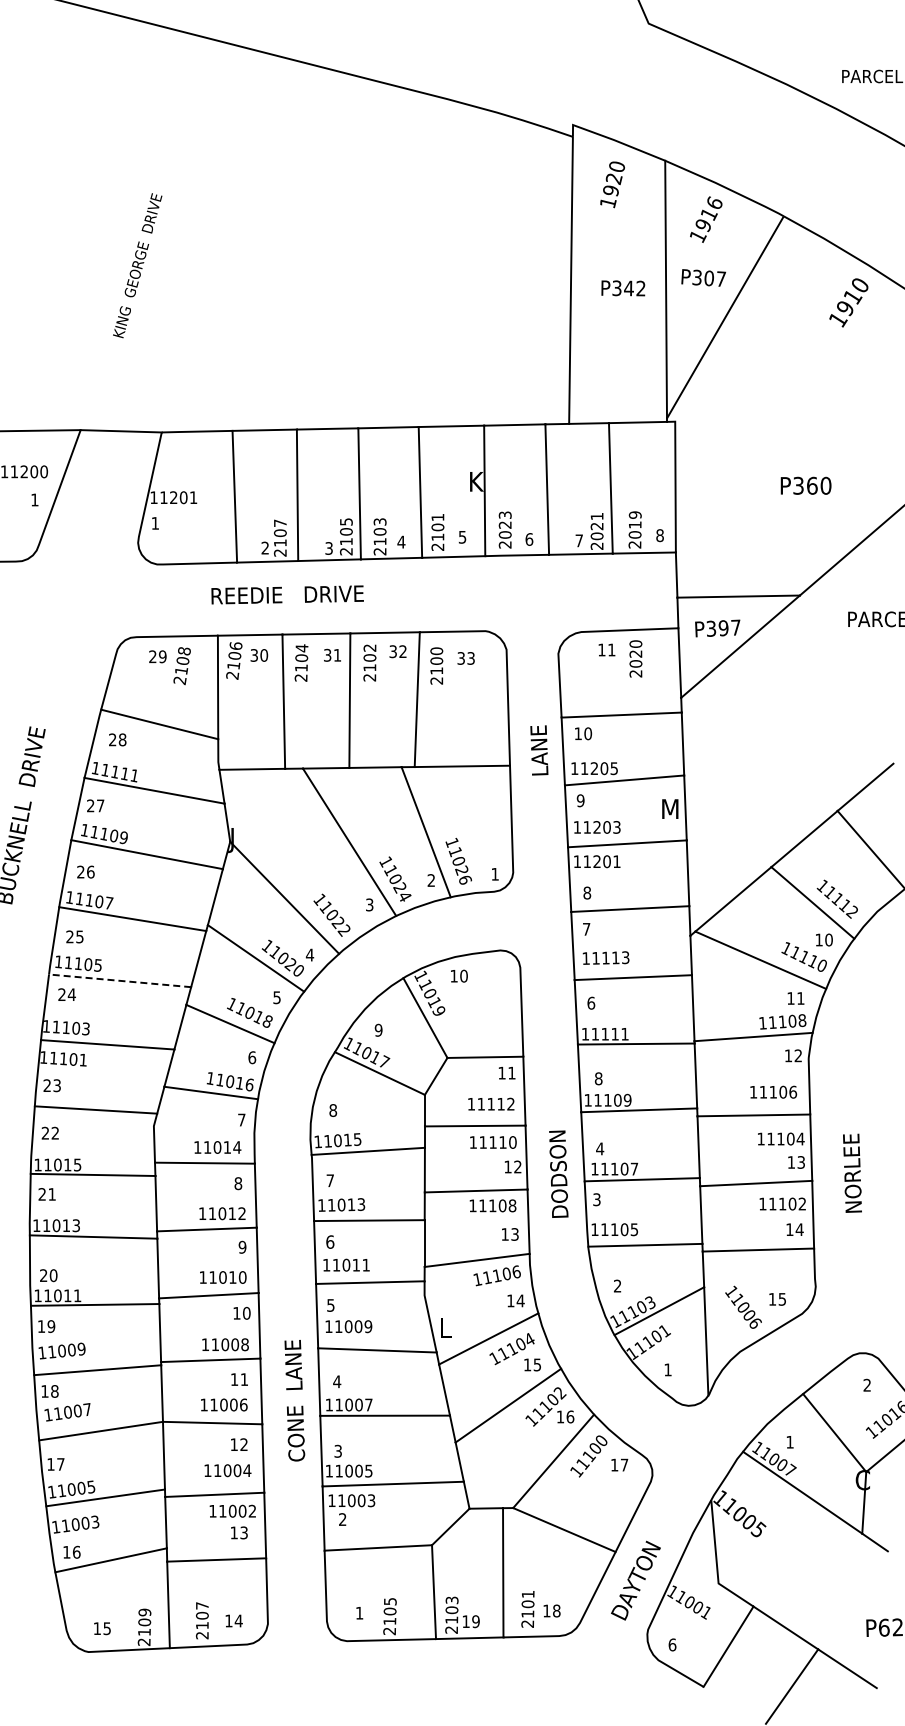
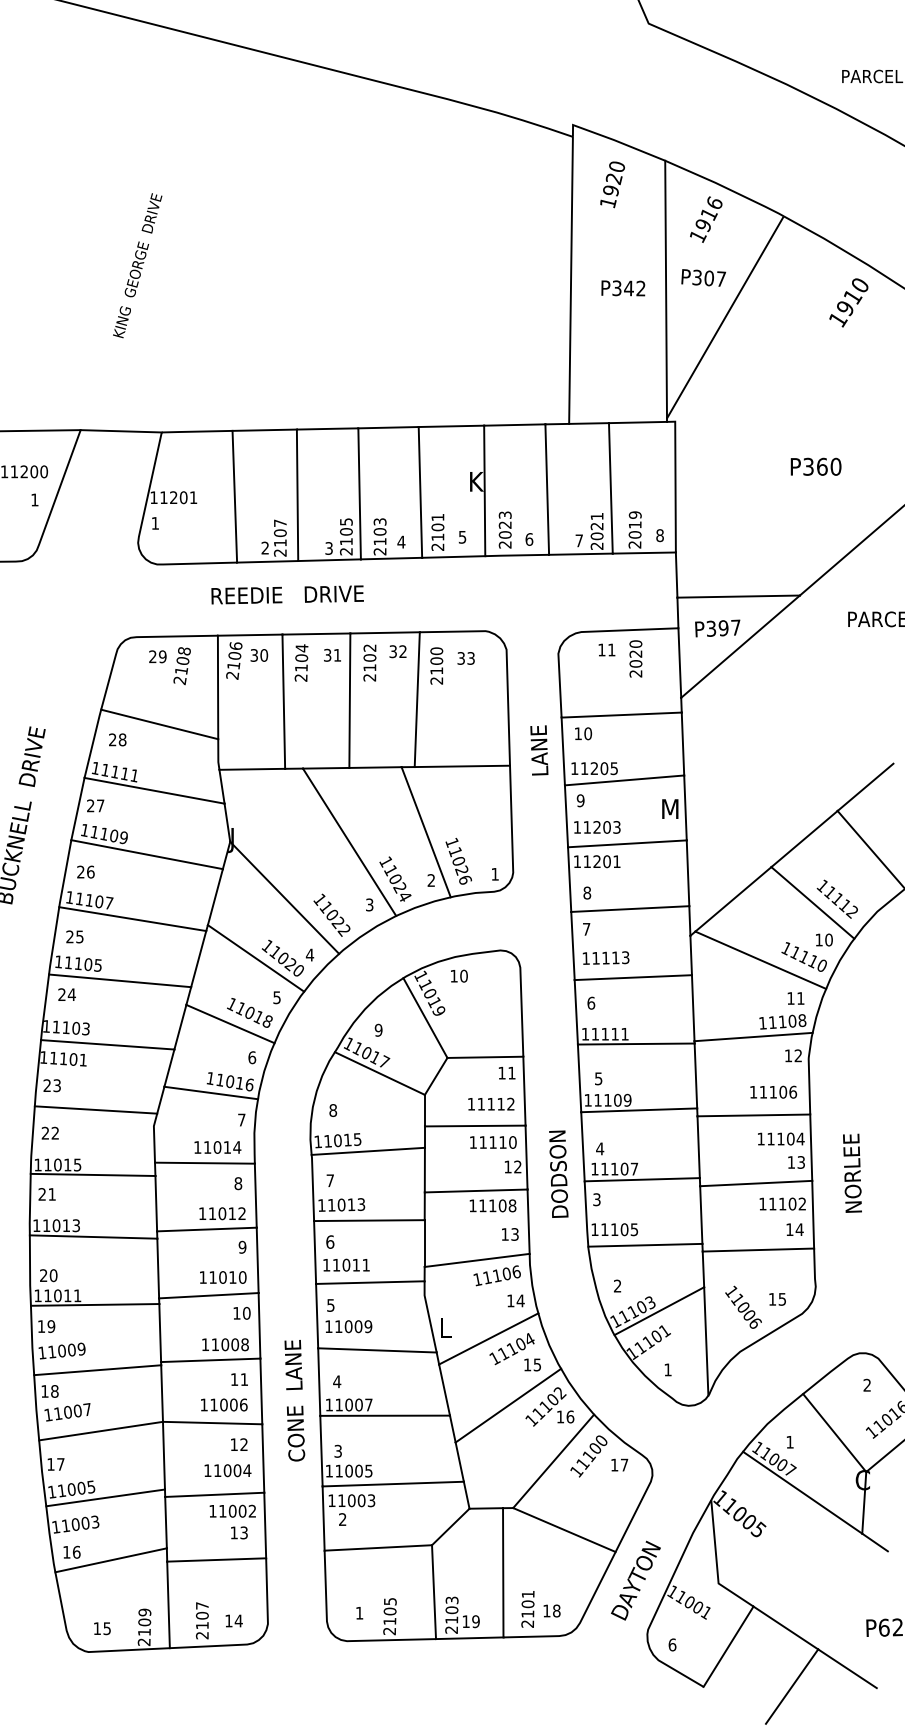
text at (805, 485) position: (805, 485) -> (815, 466)
line at (119, 980): dashed -> solid
text at (598, 1078): 8 -> 5
